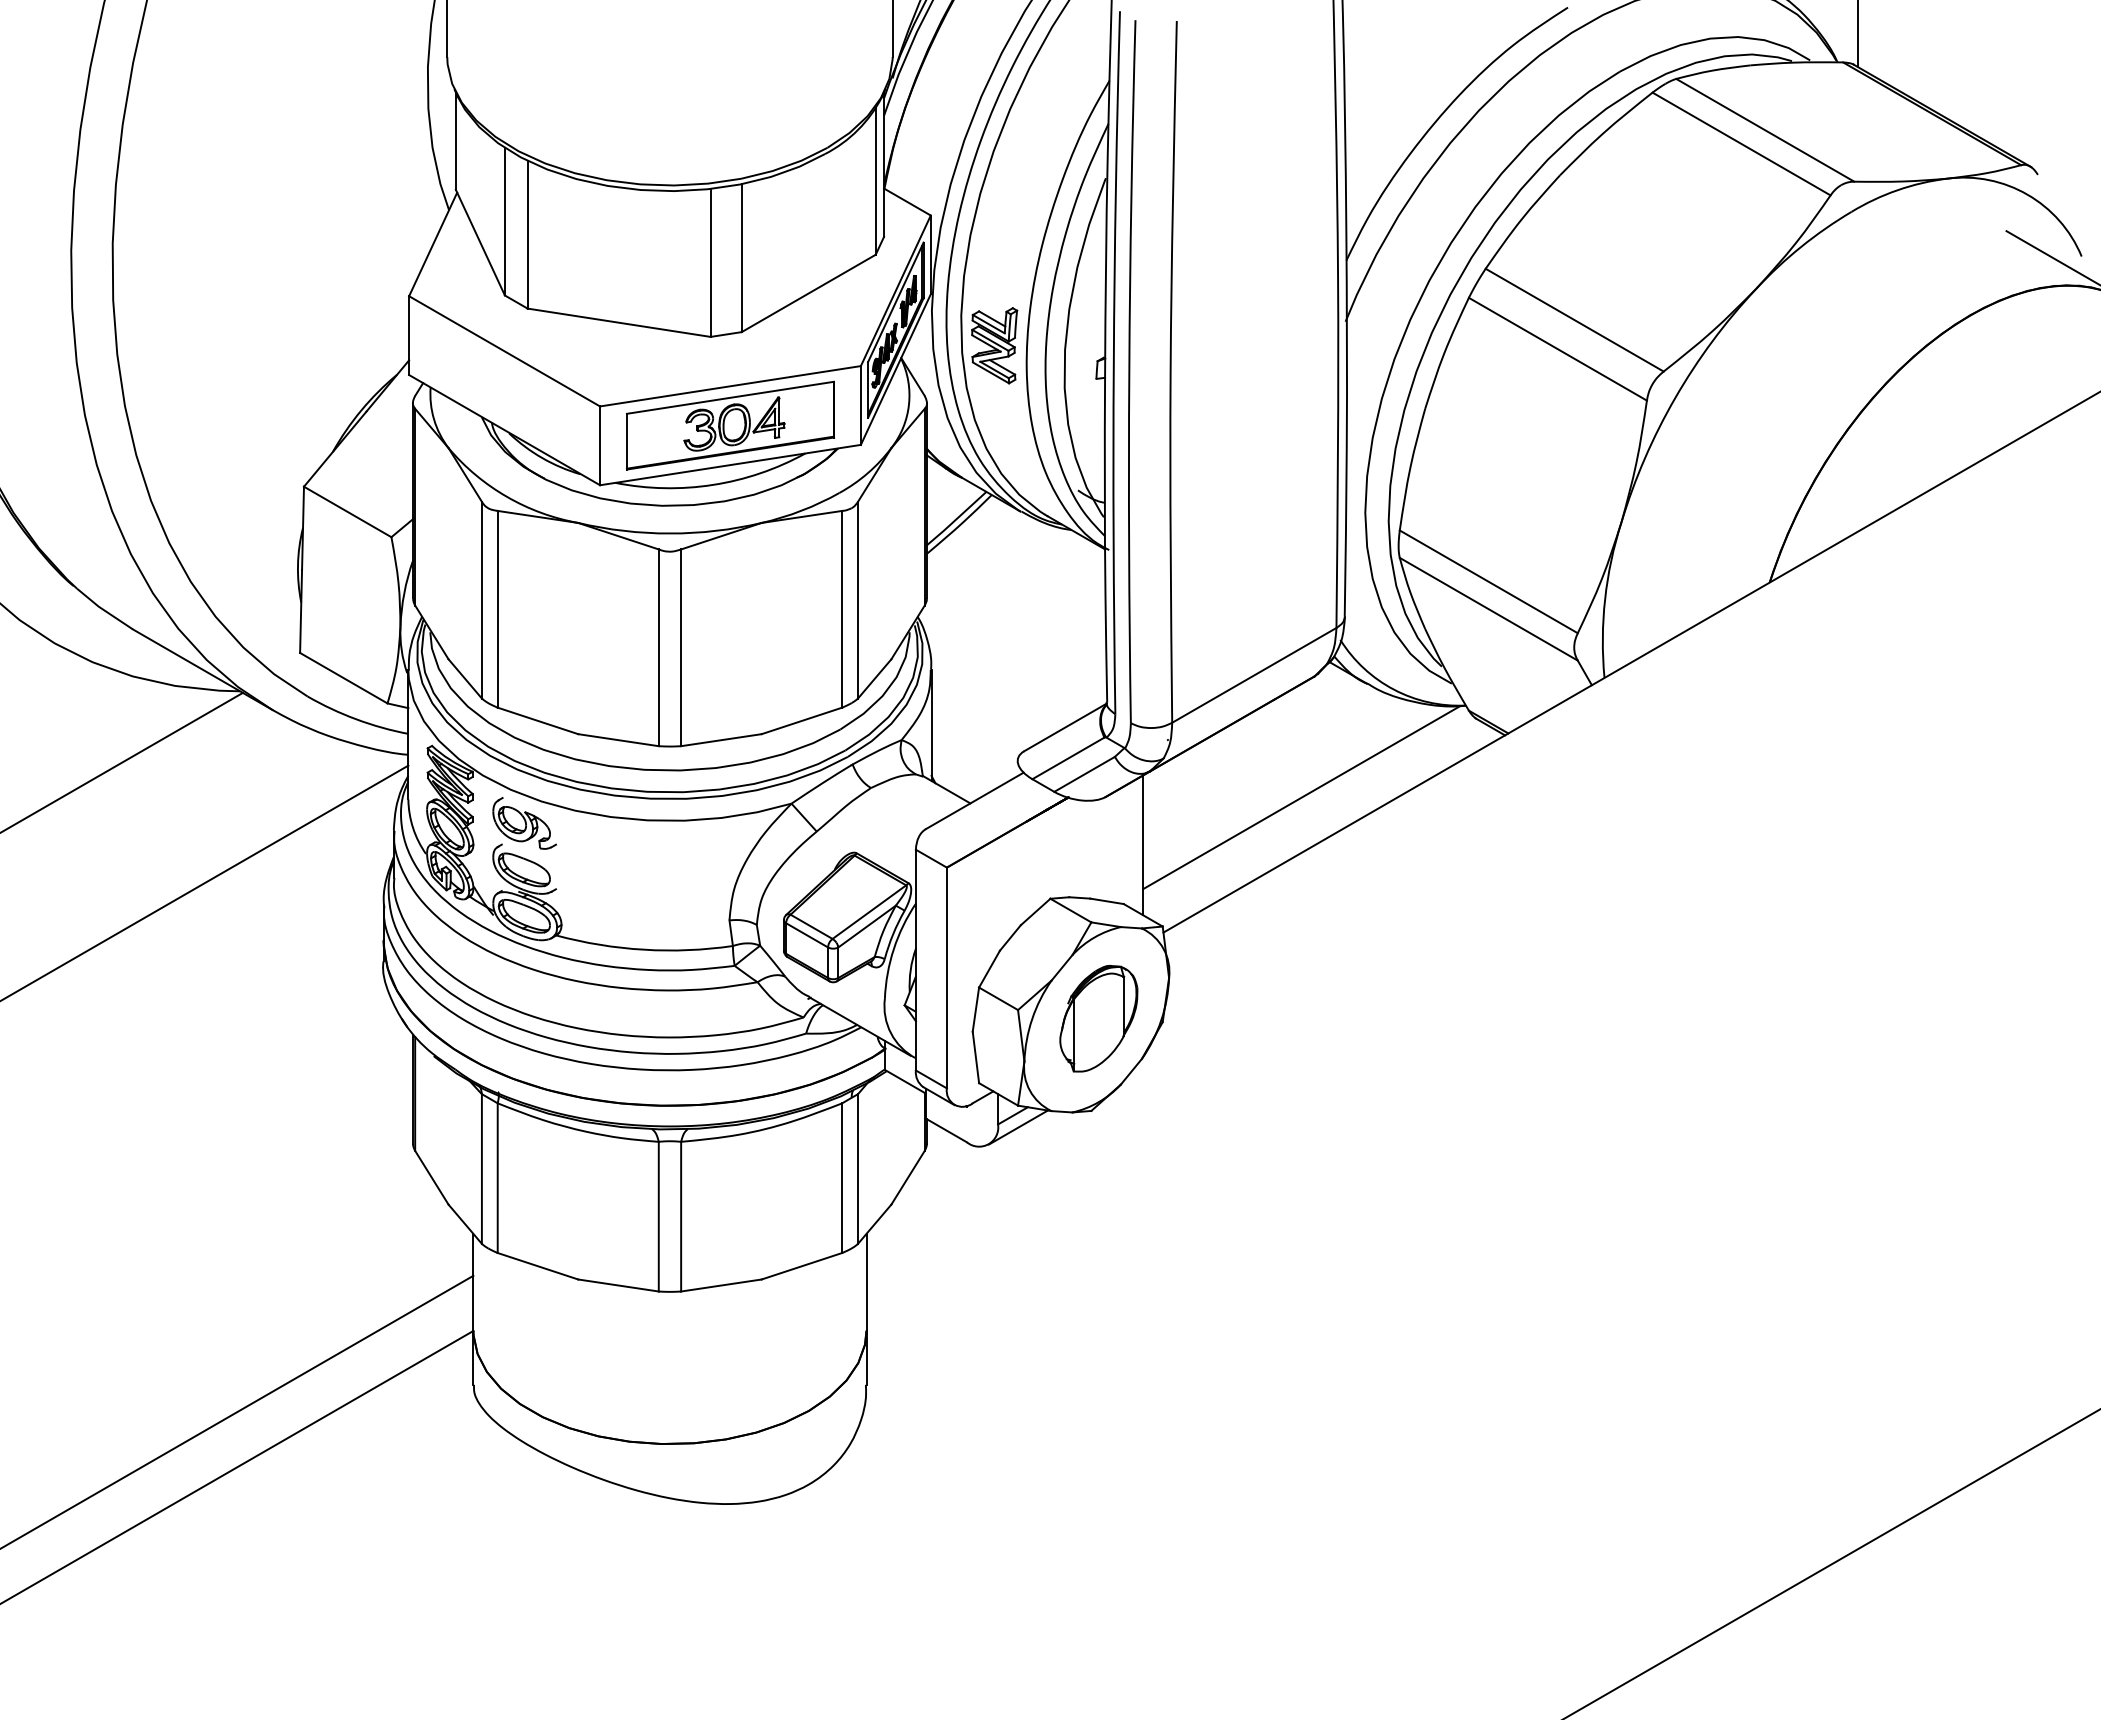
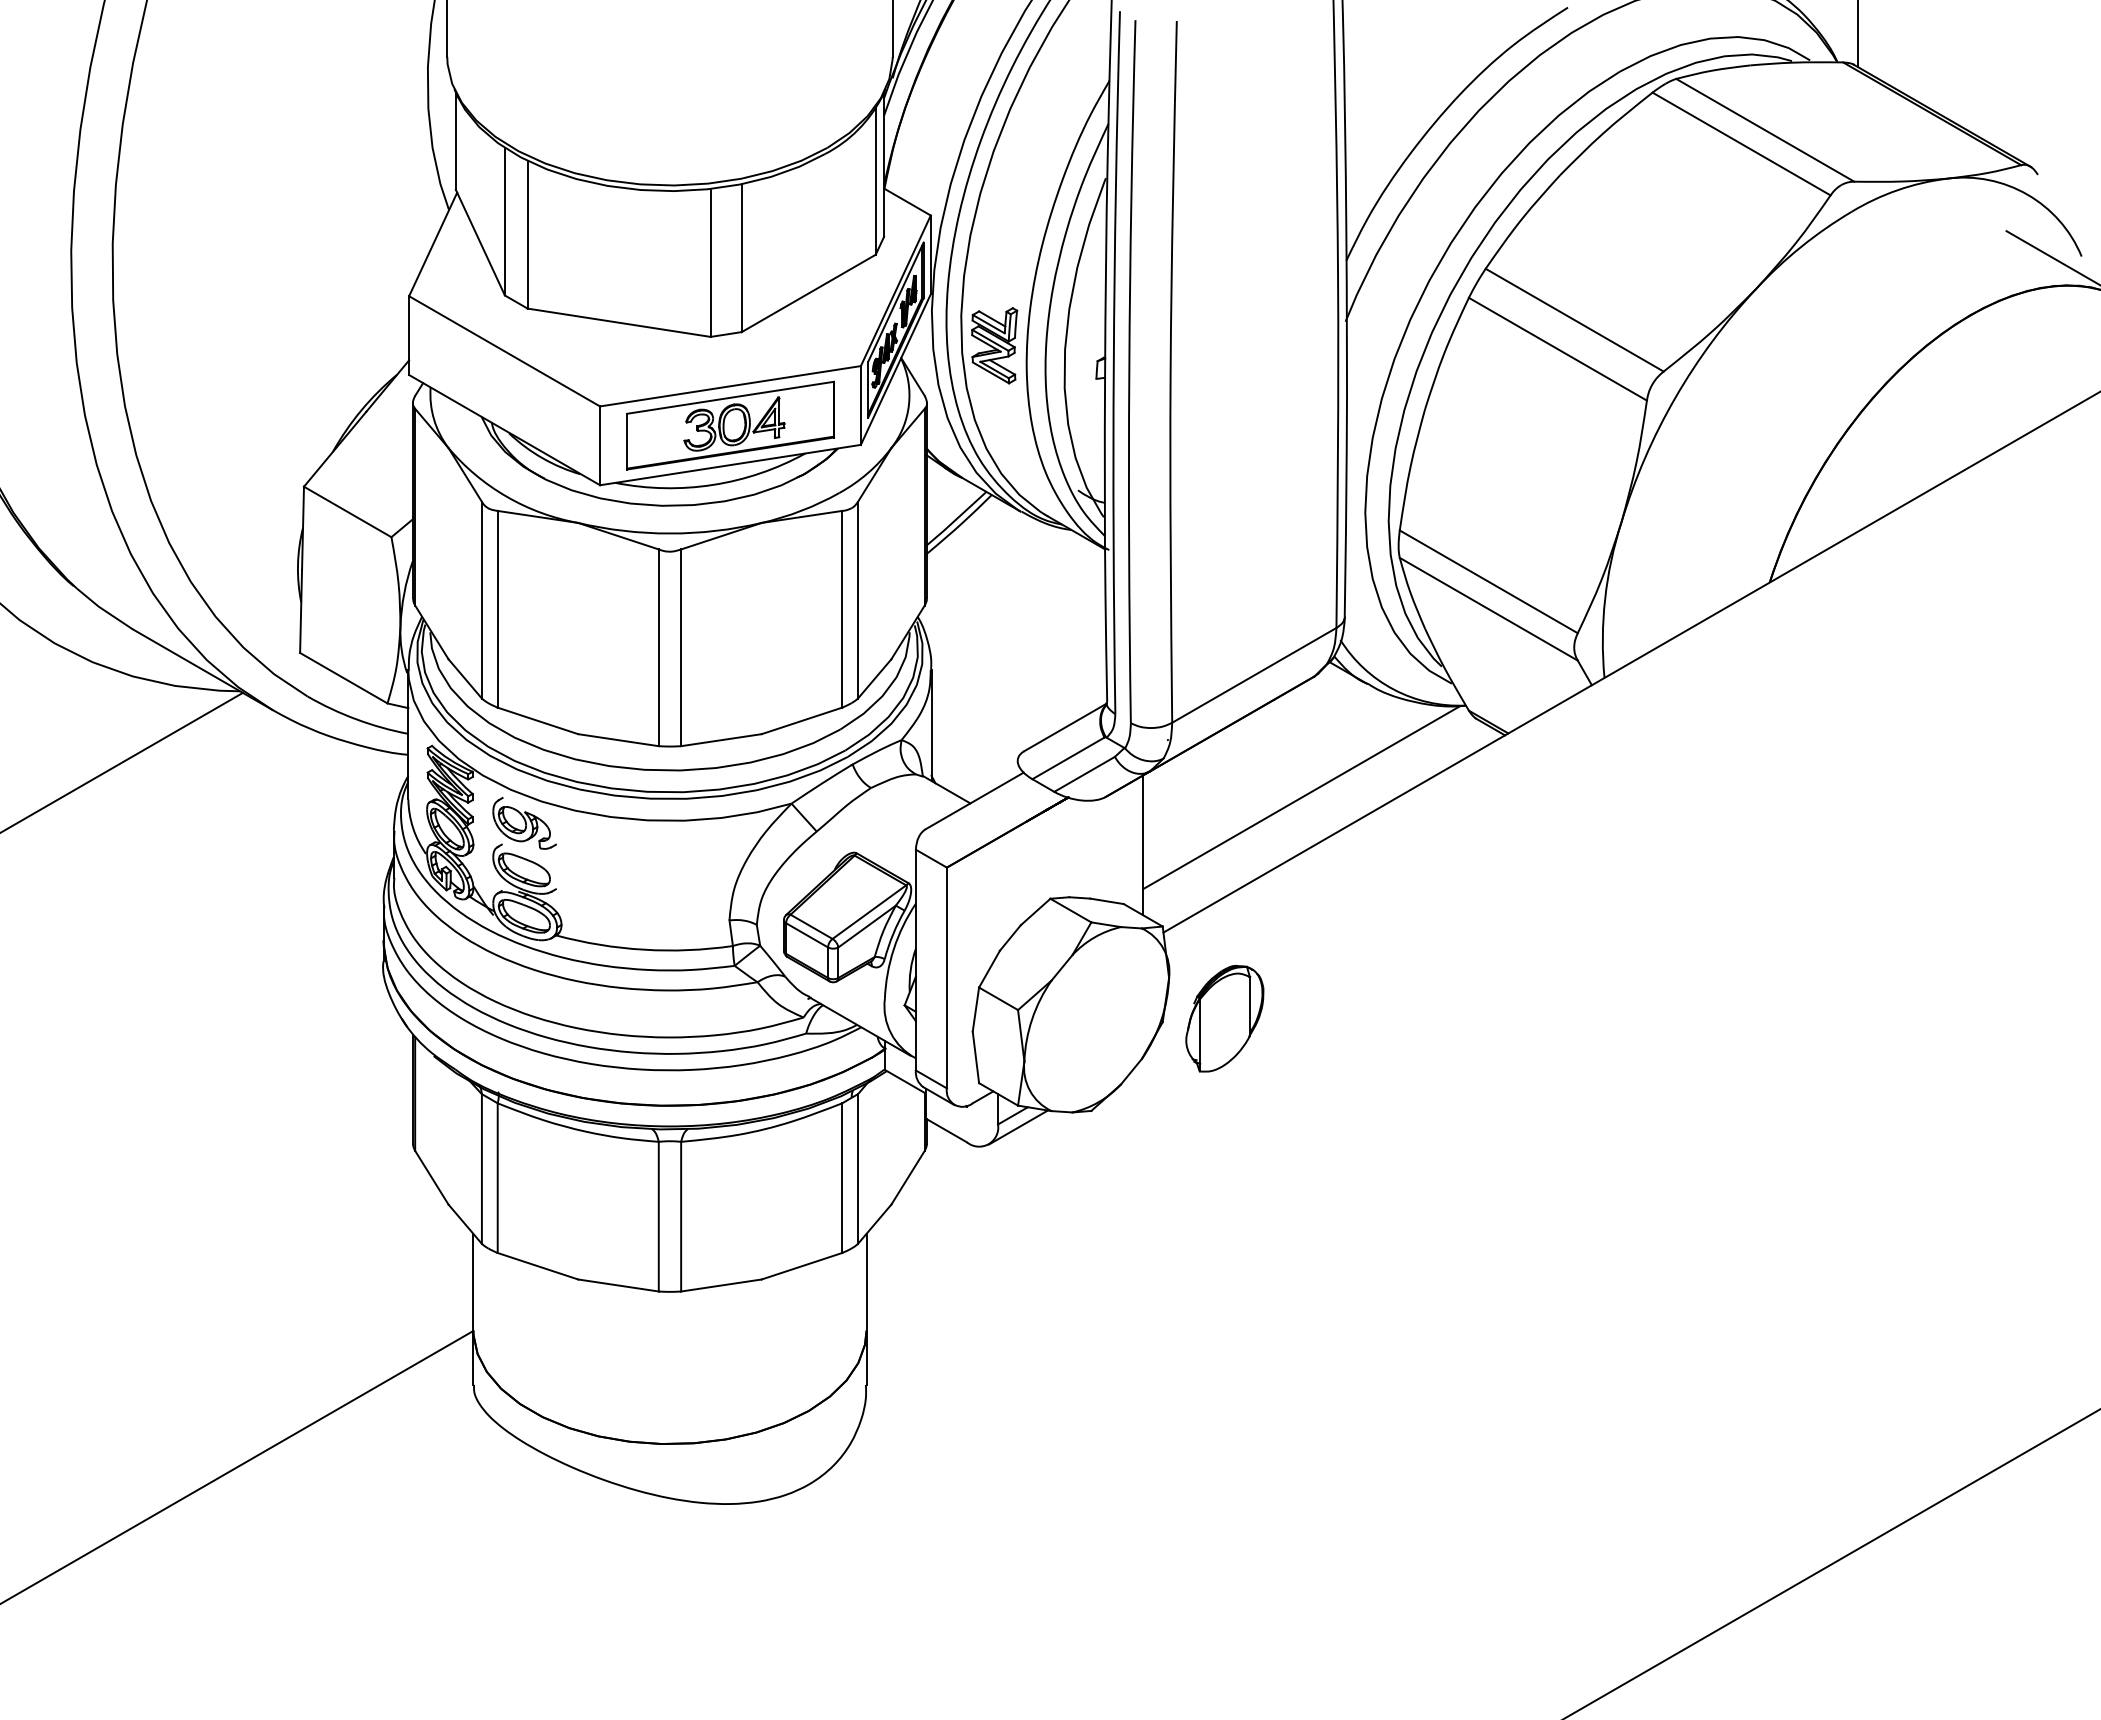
line at (205, 882): present -> none
part at (1098, 1018) position: (1098, 1018) -> (1224, 1018)
line at (237, 1411): present -> none
